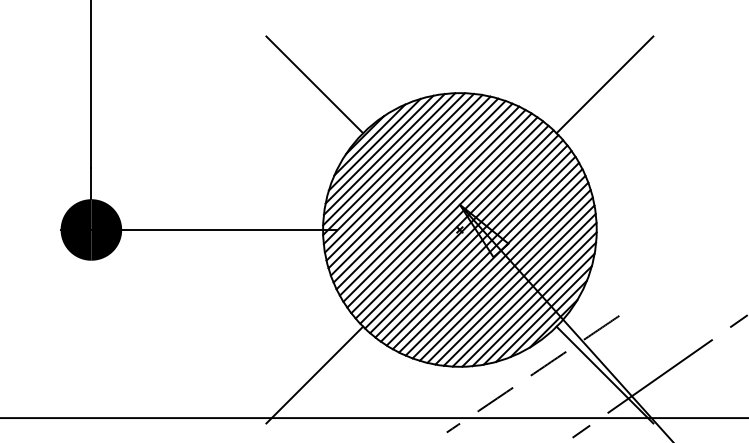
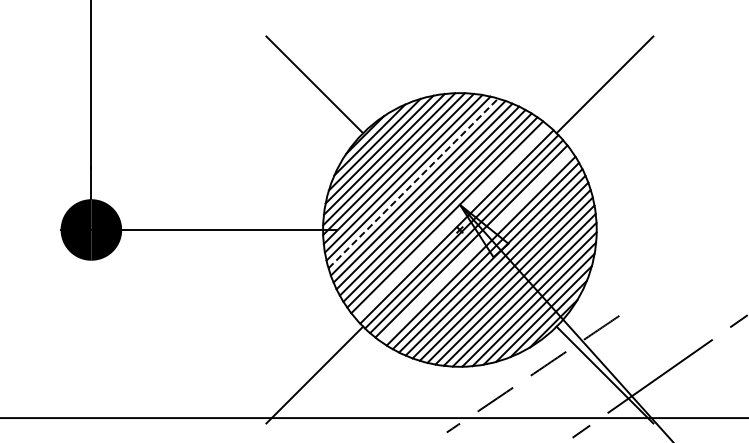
line at (413, 183): solid -> dashed
line at (451, 221): present -> none
line at (475, 246): present -> none
